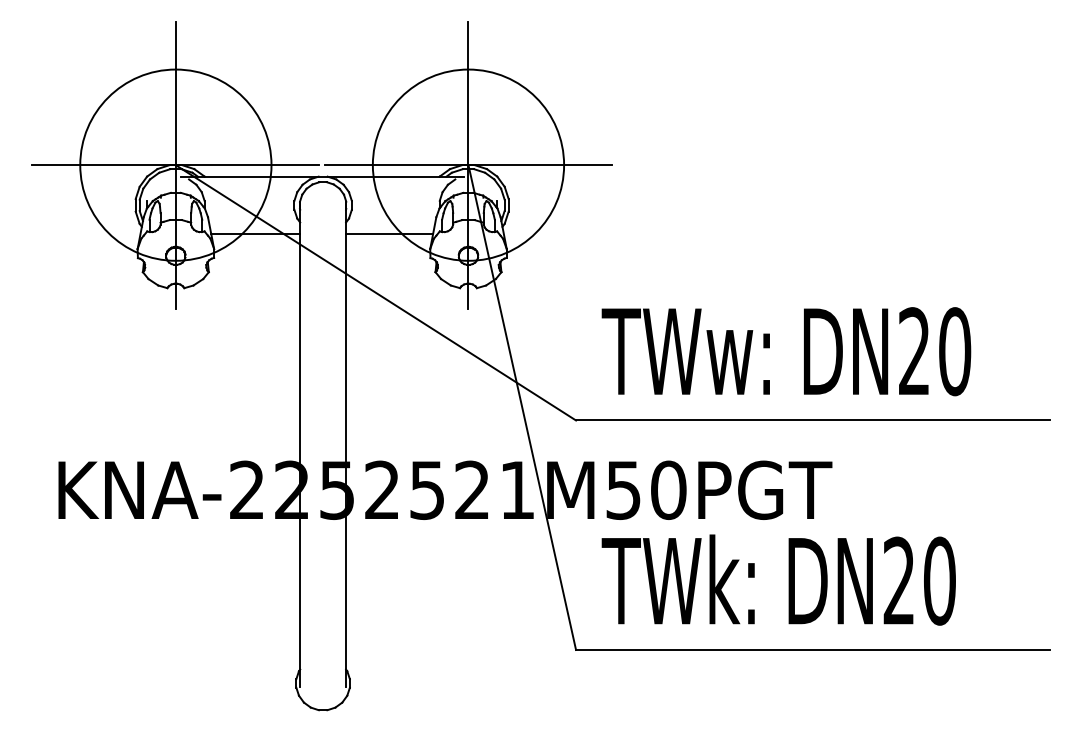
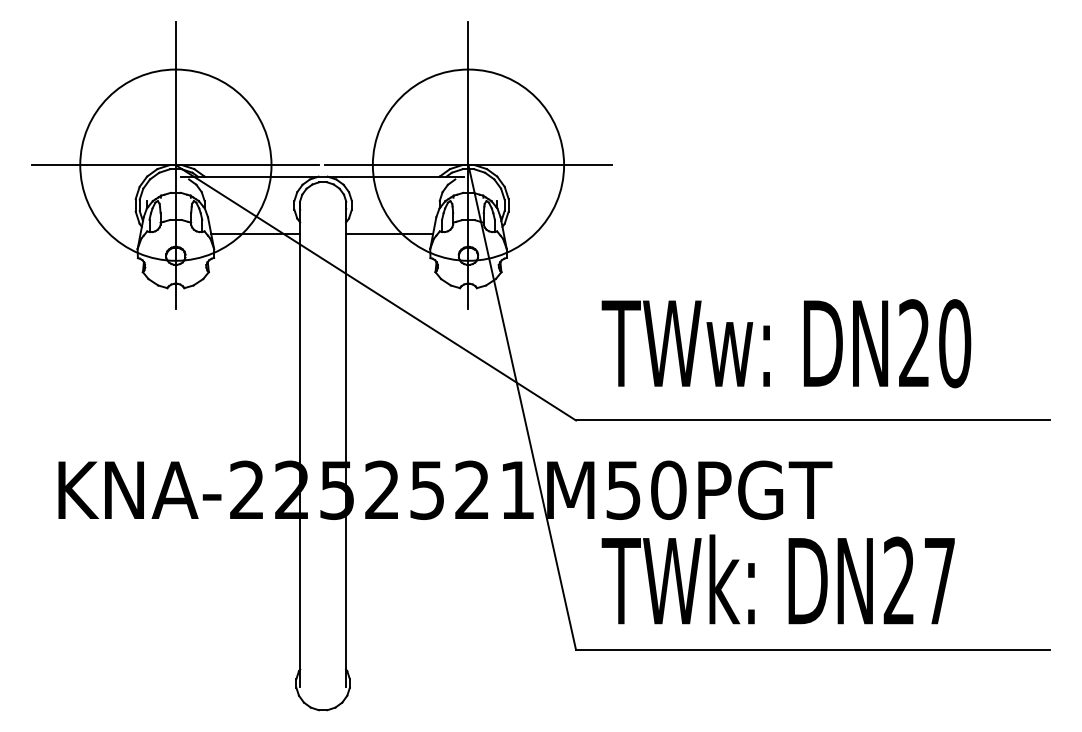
text at (786, 351) position: (786, 351) -> (786, 343)
text at (939, 580): DN20 -> DN27
